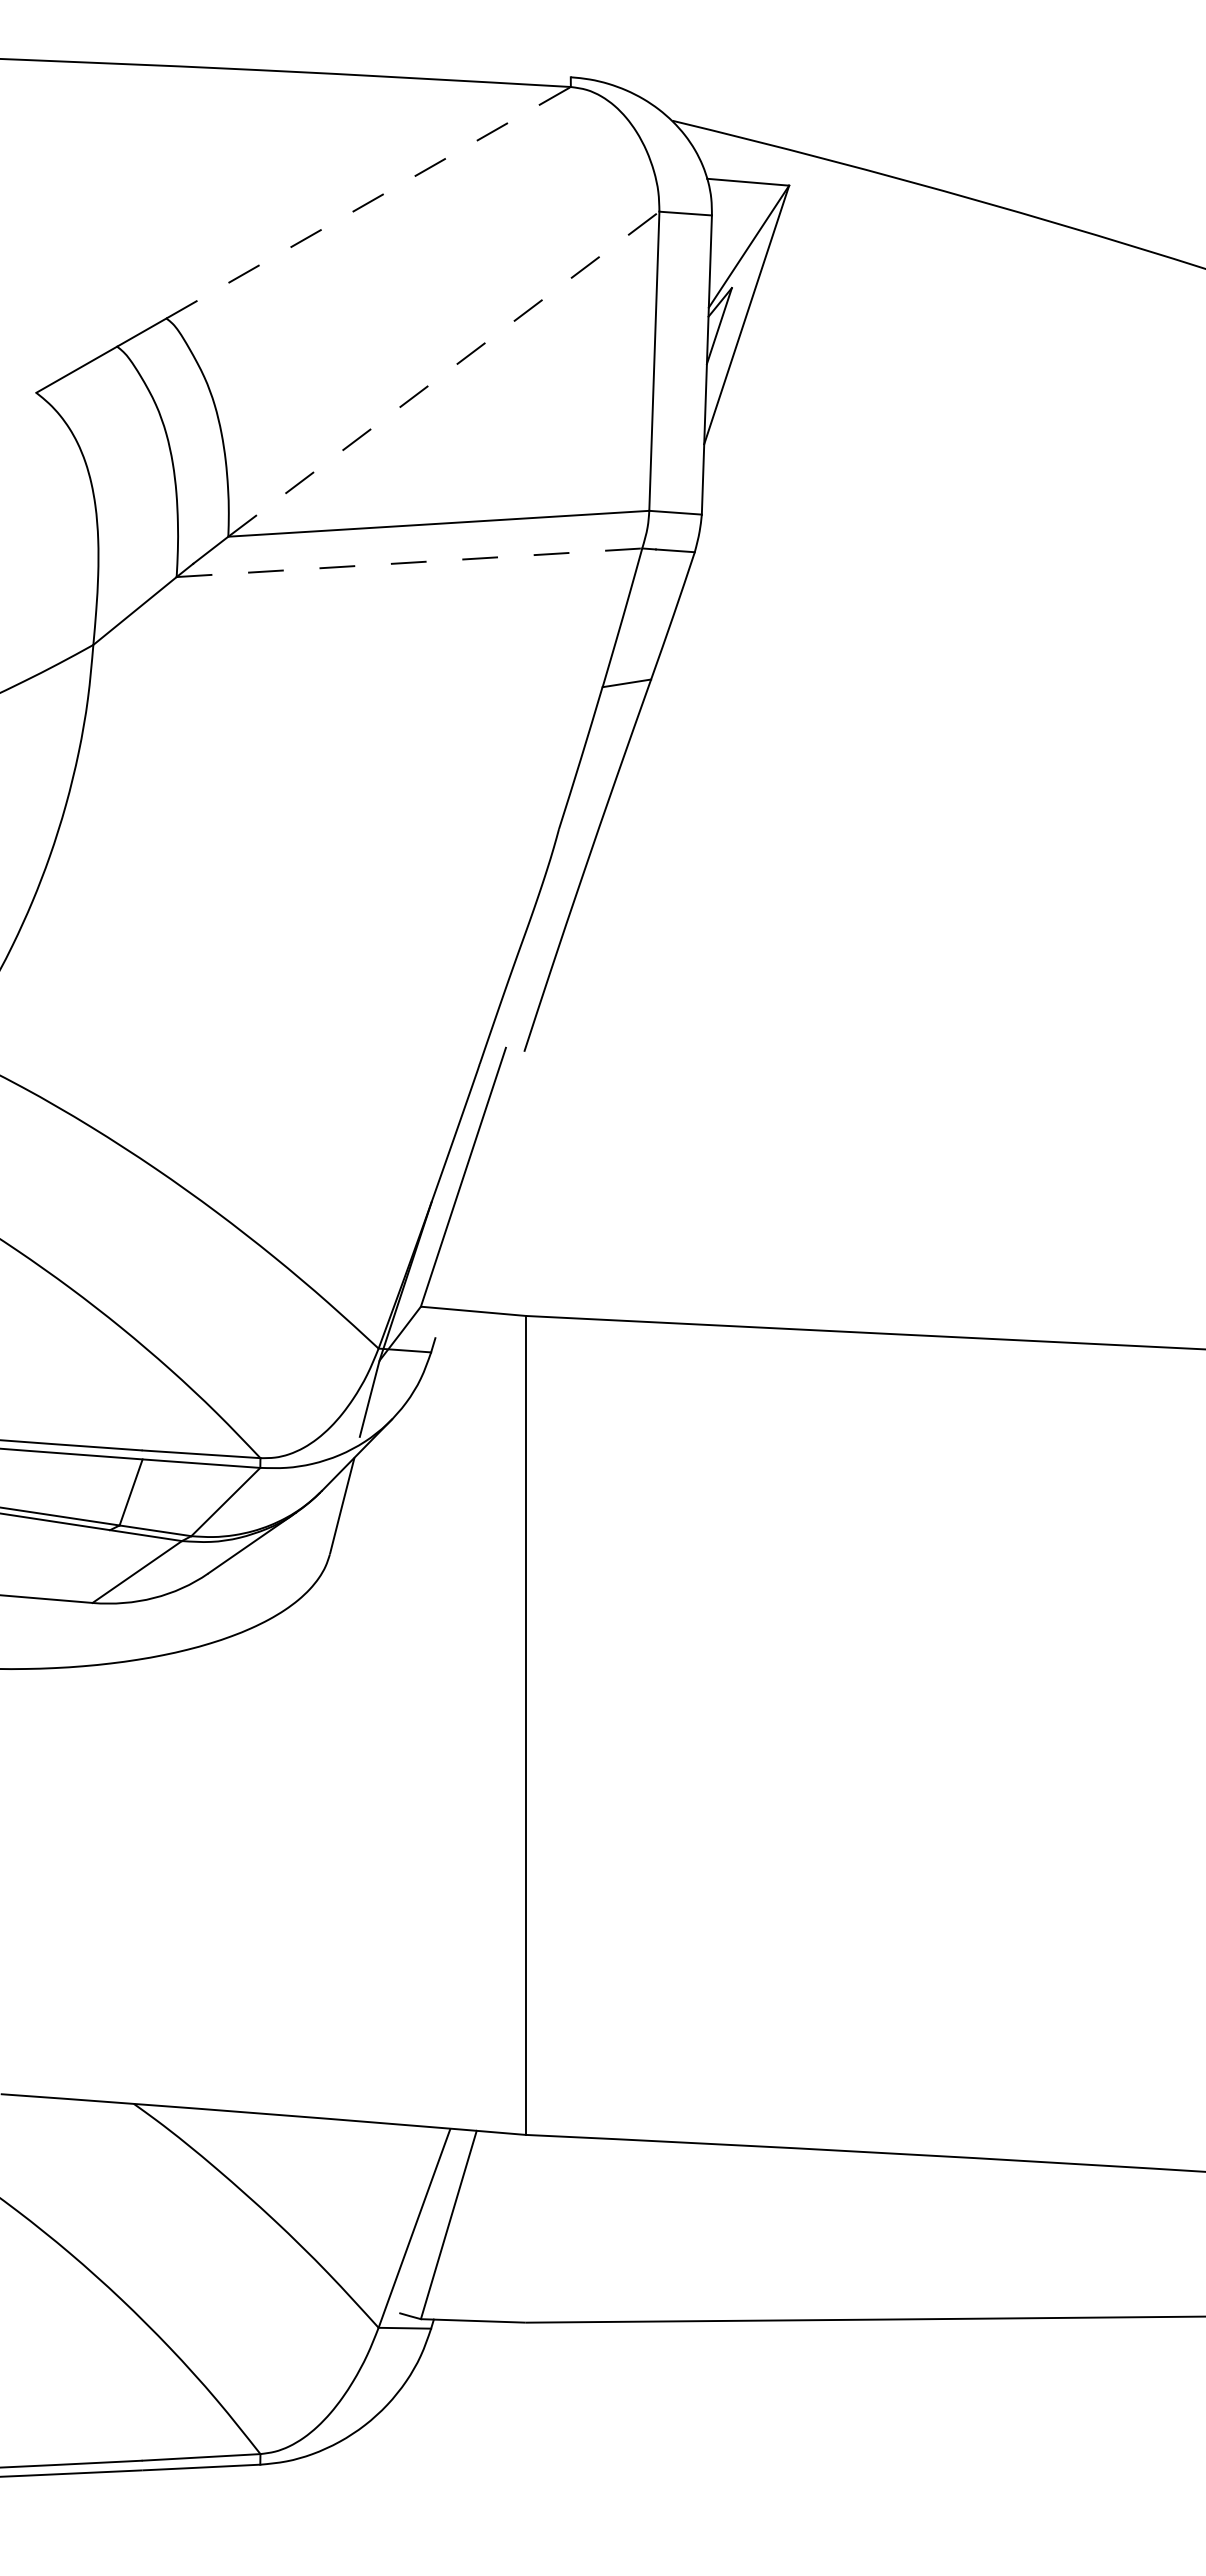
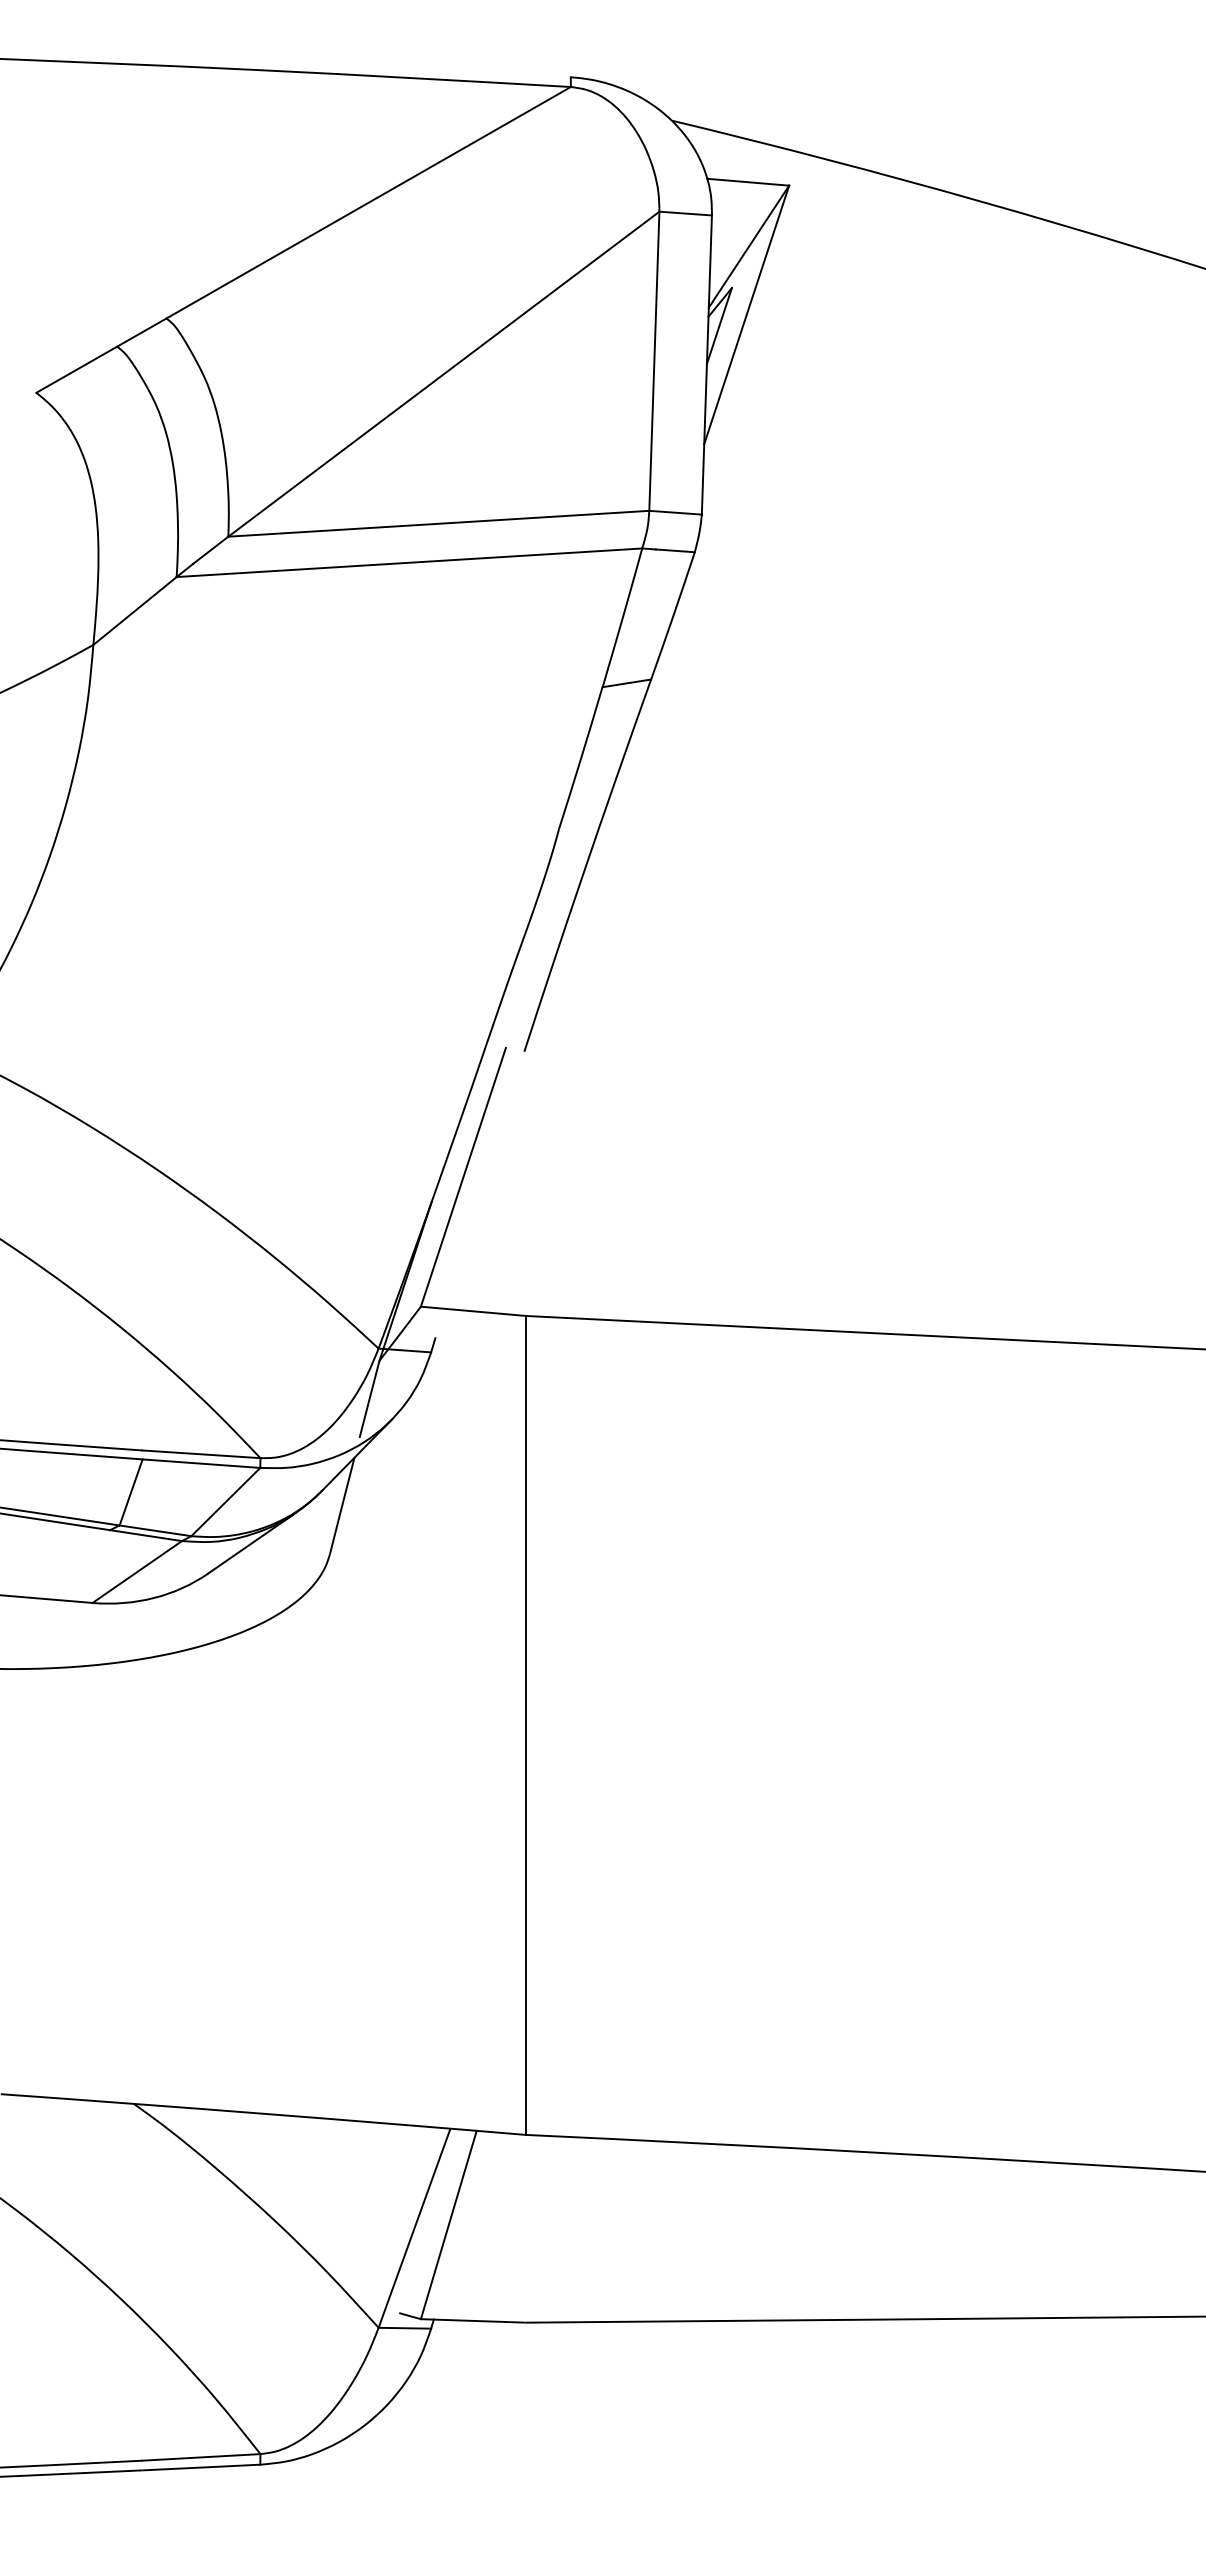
line at (369, 202): dashed -> solid
line at (443, 374): dashed -> solid
line at (409, 562): dashed -> solid
